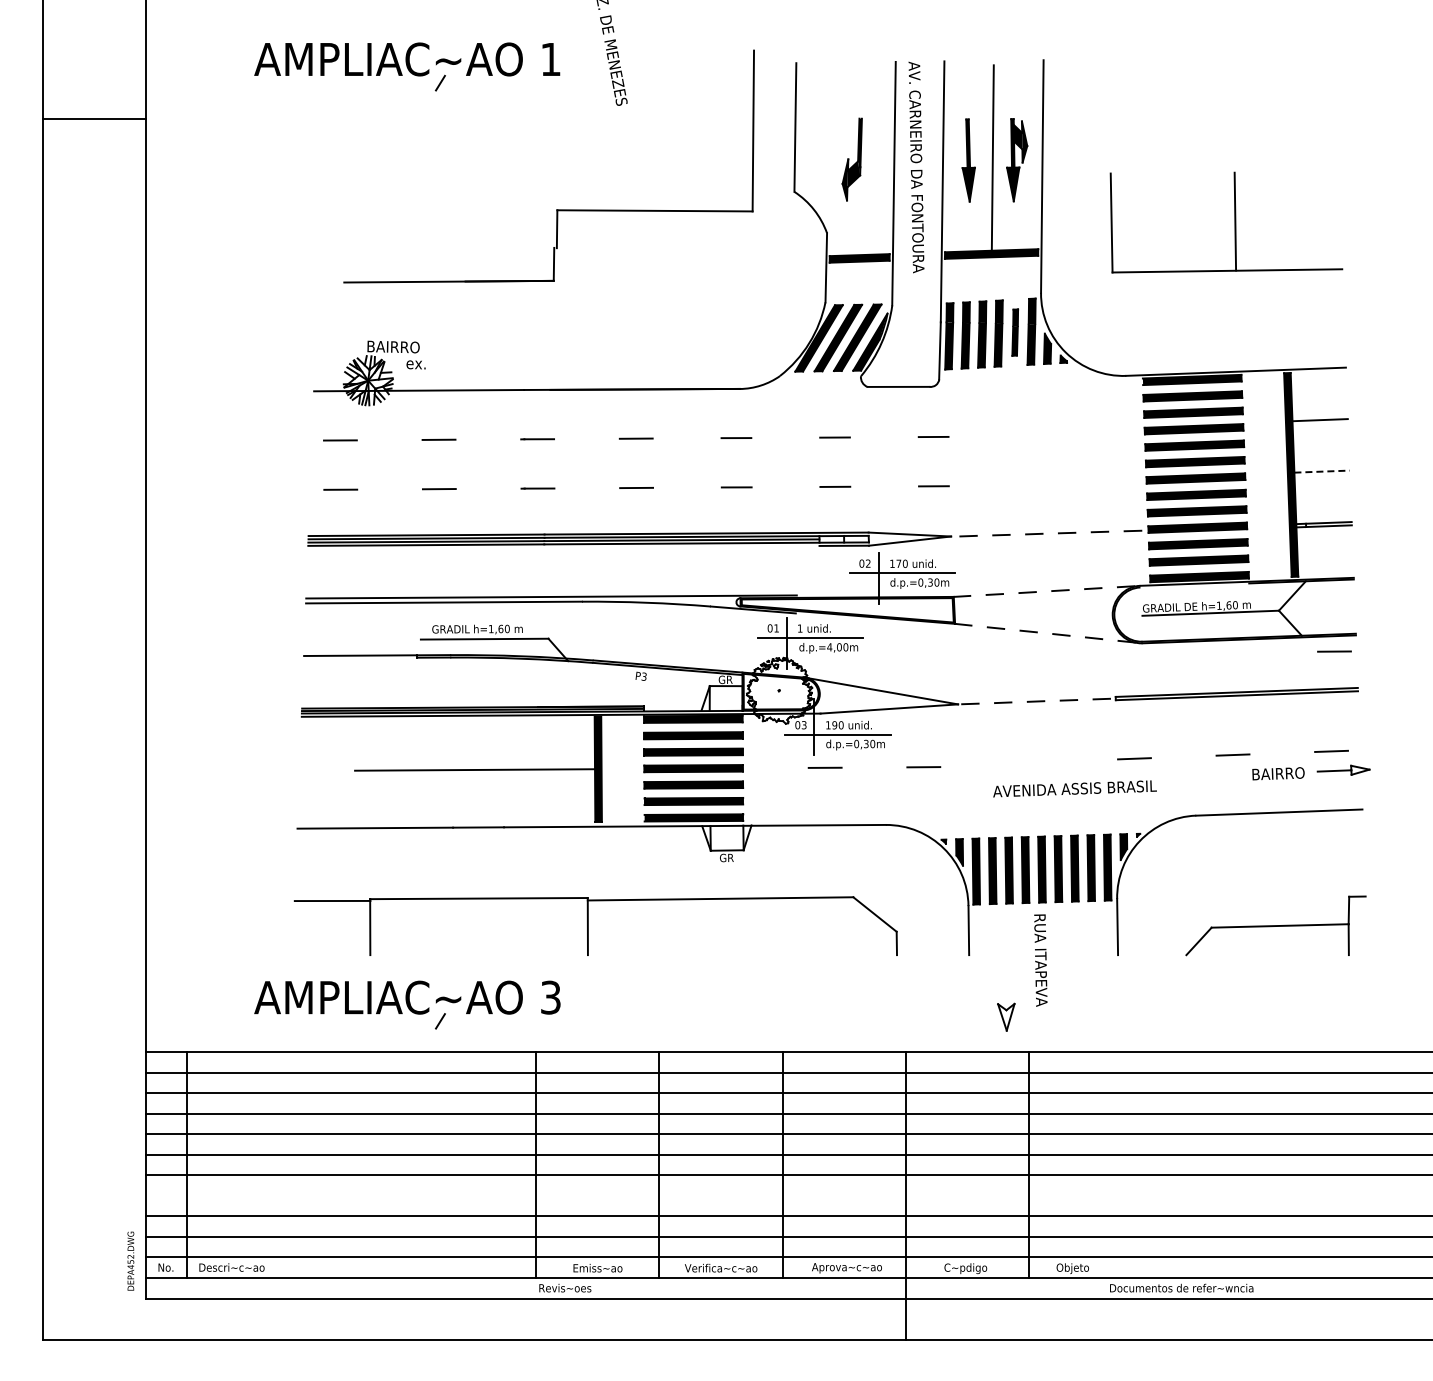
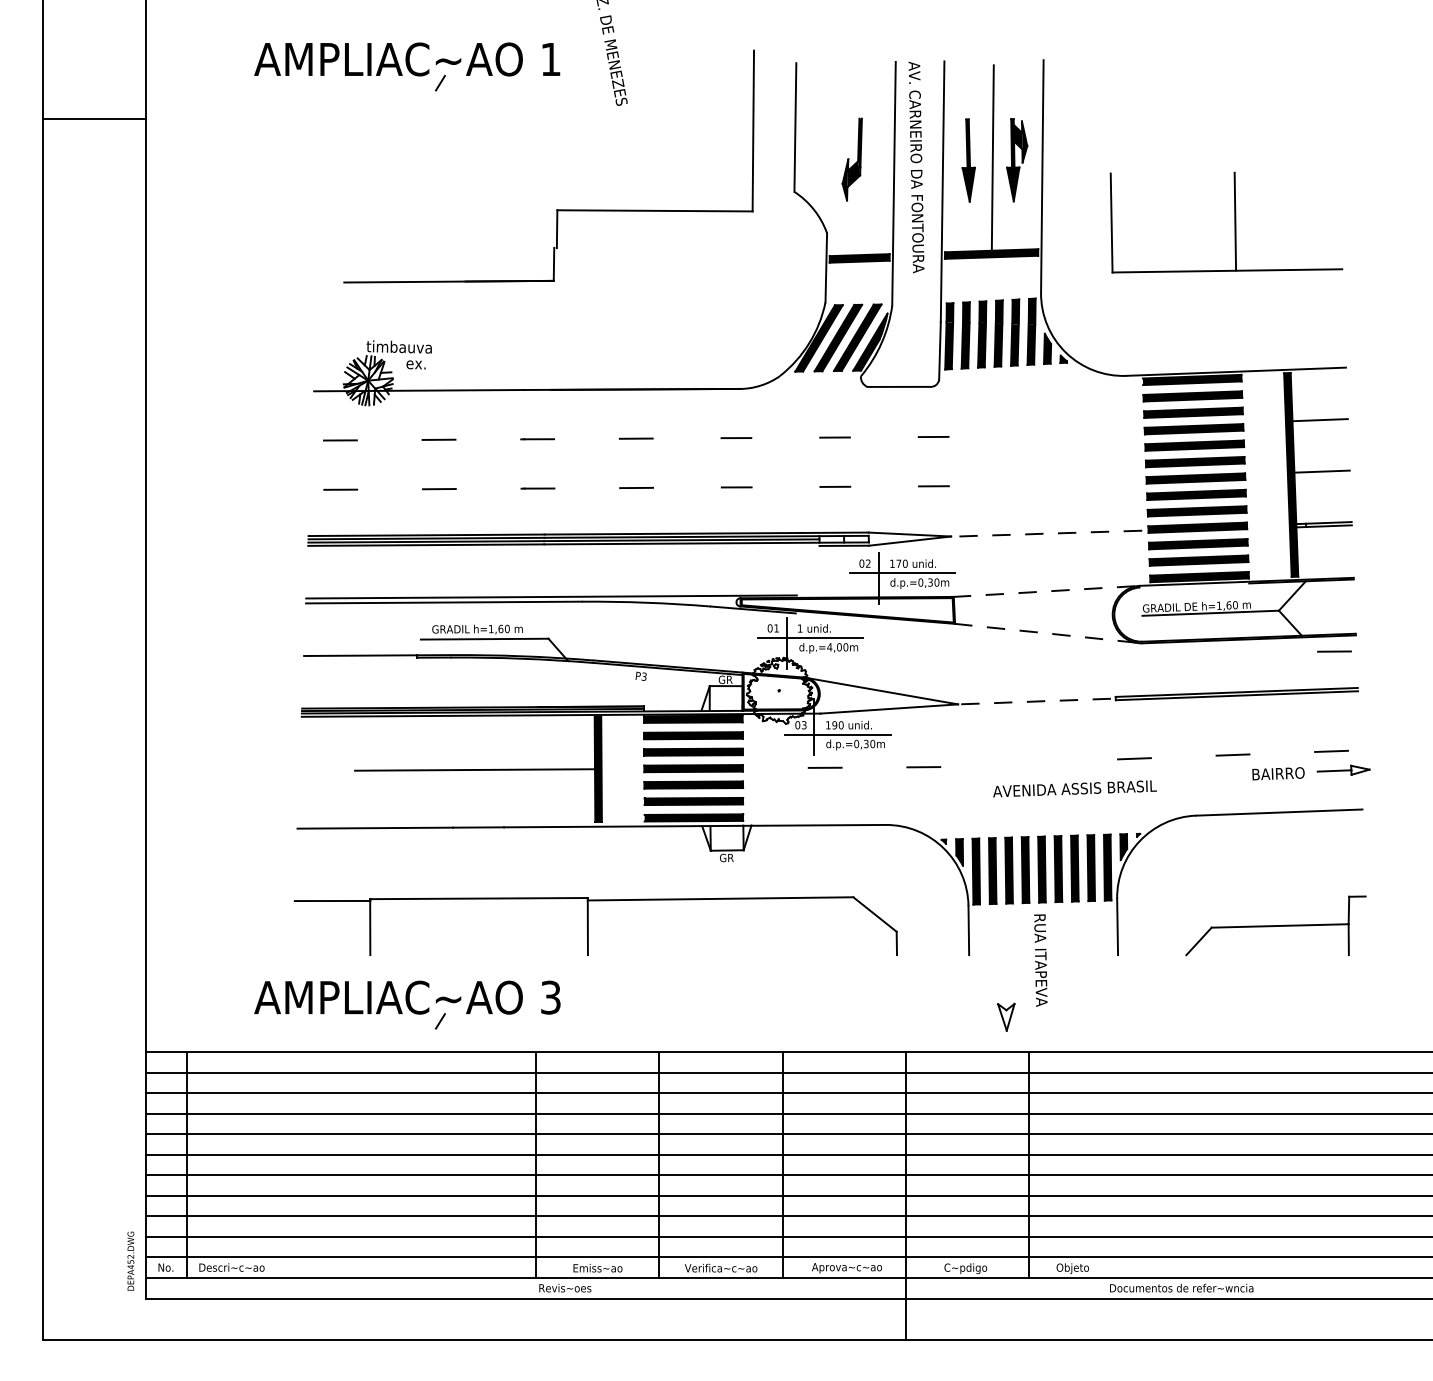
part at (1014, 332) size: 8x49 px -> 11x69 px
text at (398, 346): BAIRRO -> timbauva
line at (1322, 471): dashed -> solid
line at (787, 1195): none -> present
